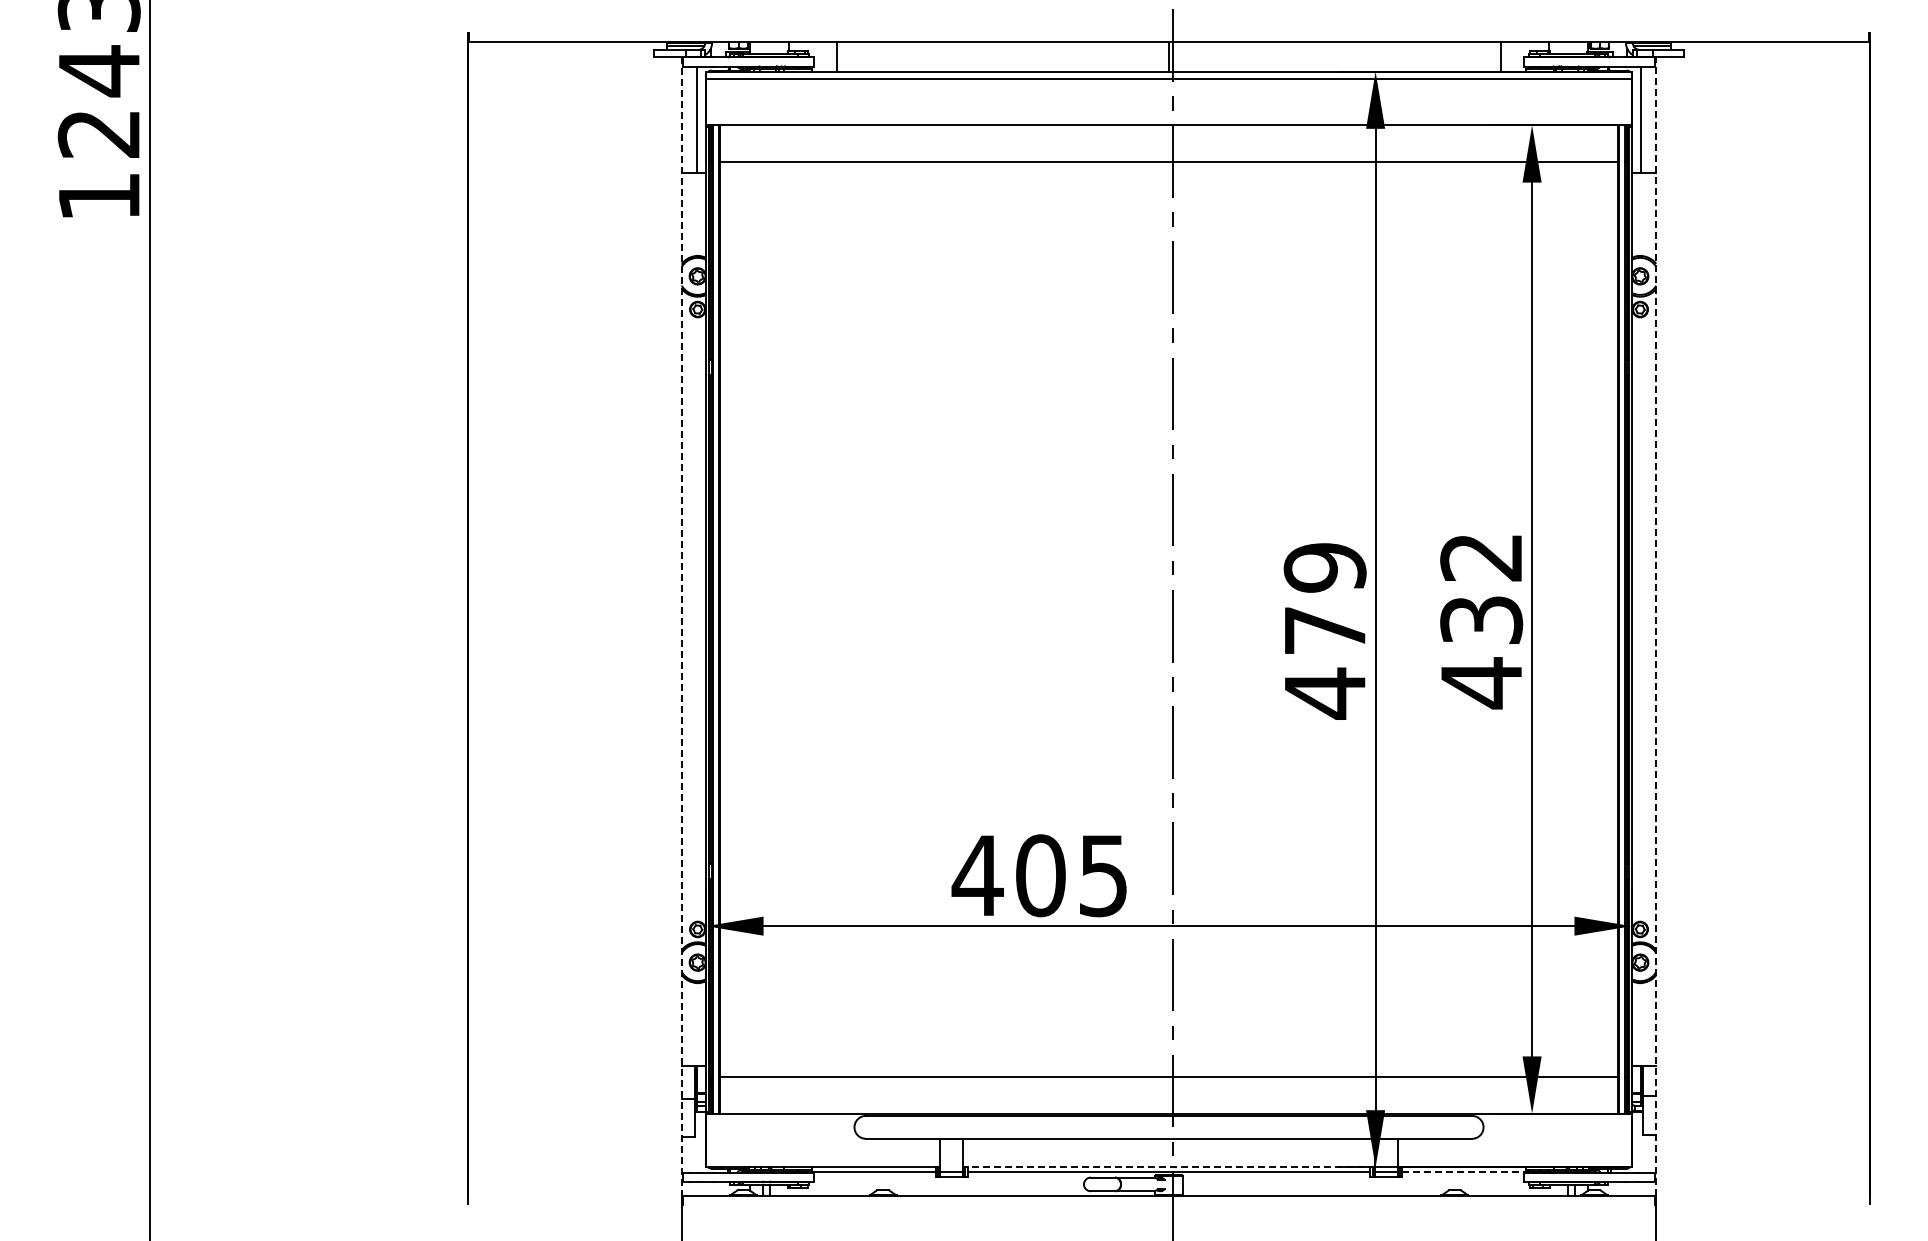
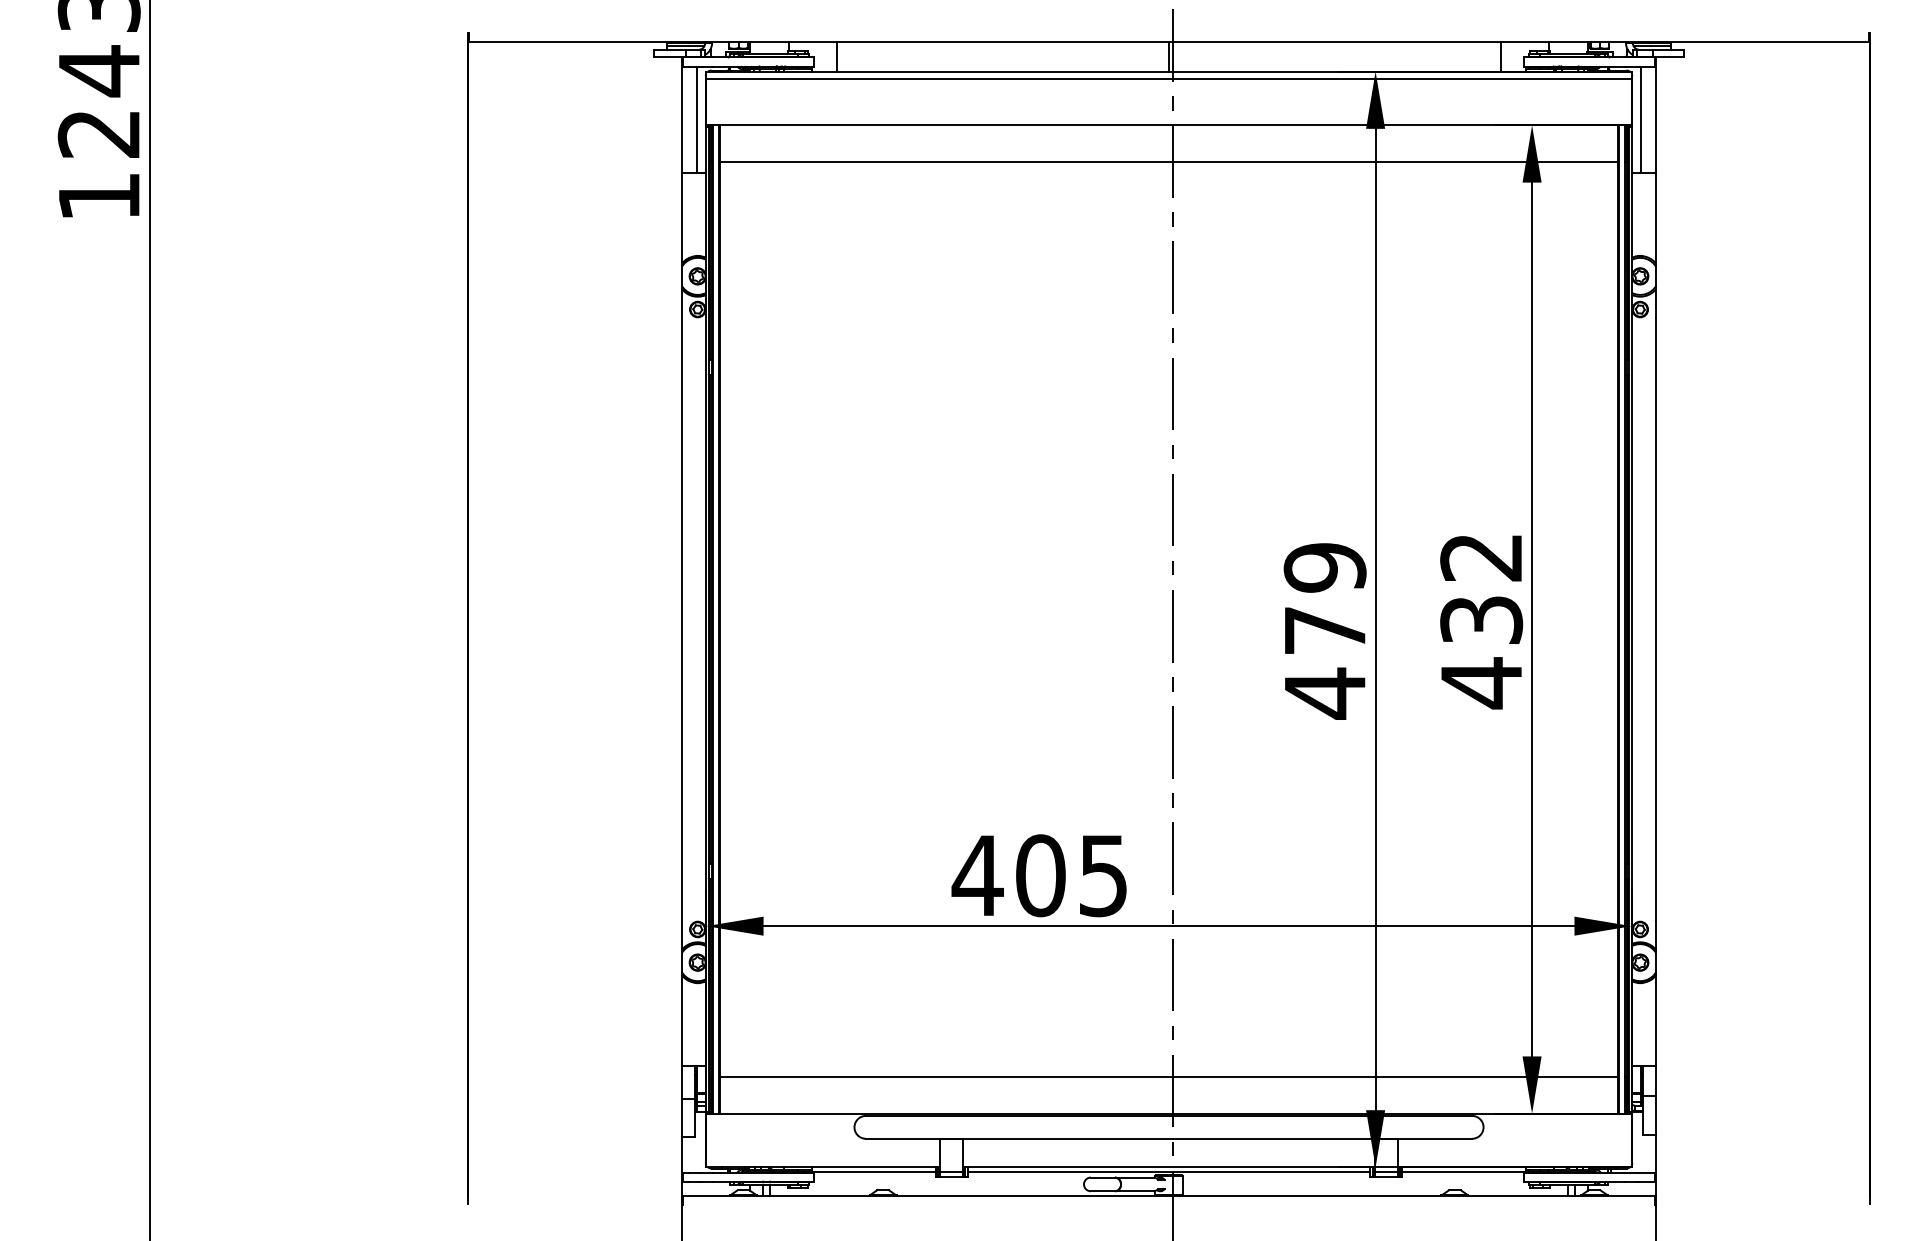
line at (681, 626): dashed -> solid
line at (1656, 626): dashed -> solid
line at (1169, 1167): dashed -> solid
line at (1466, 1171): dashed -> solid
